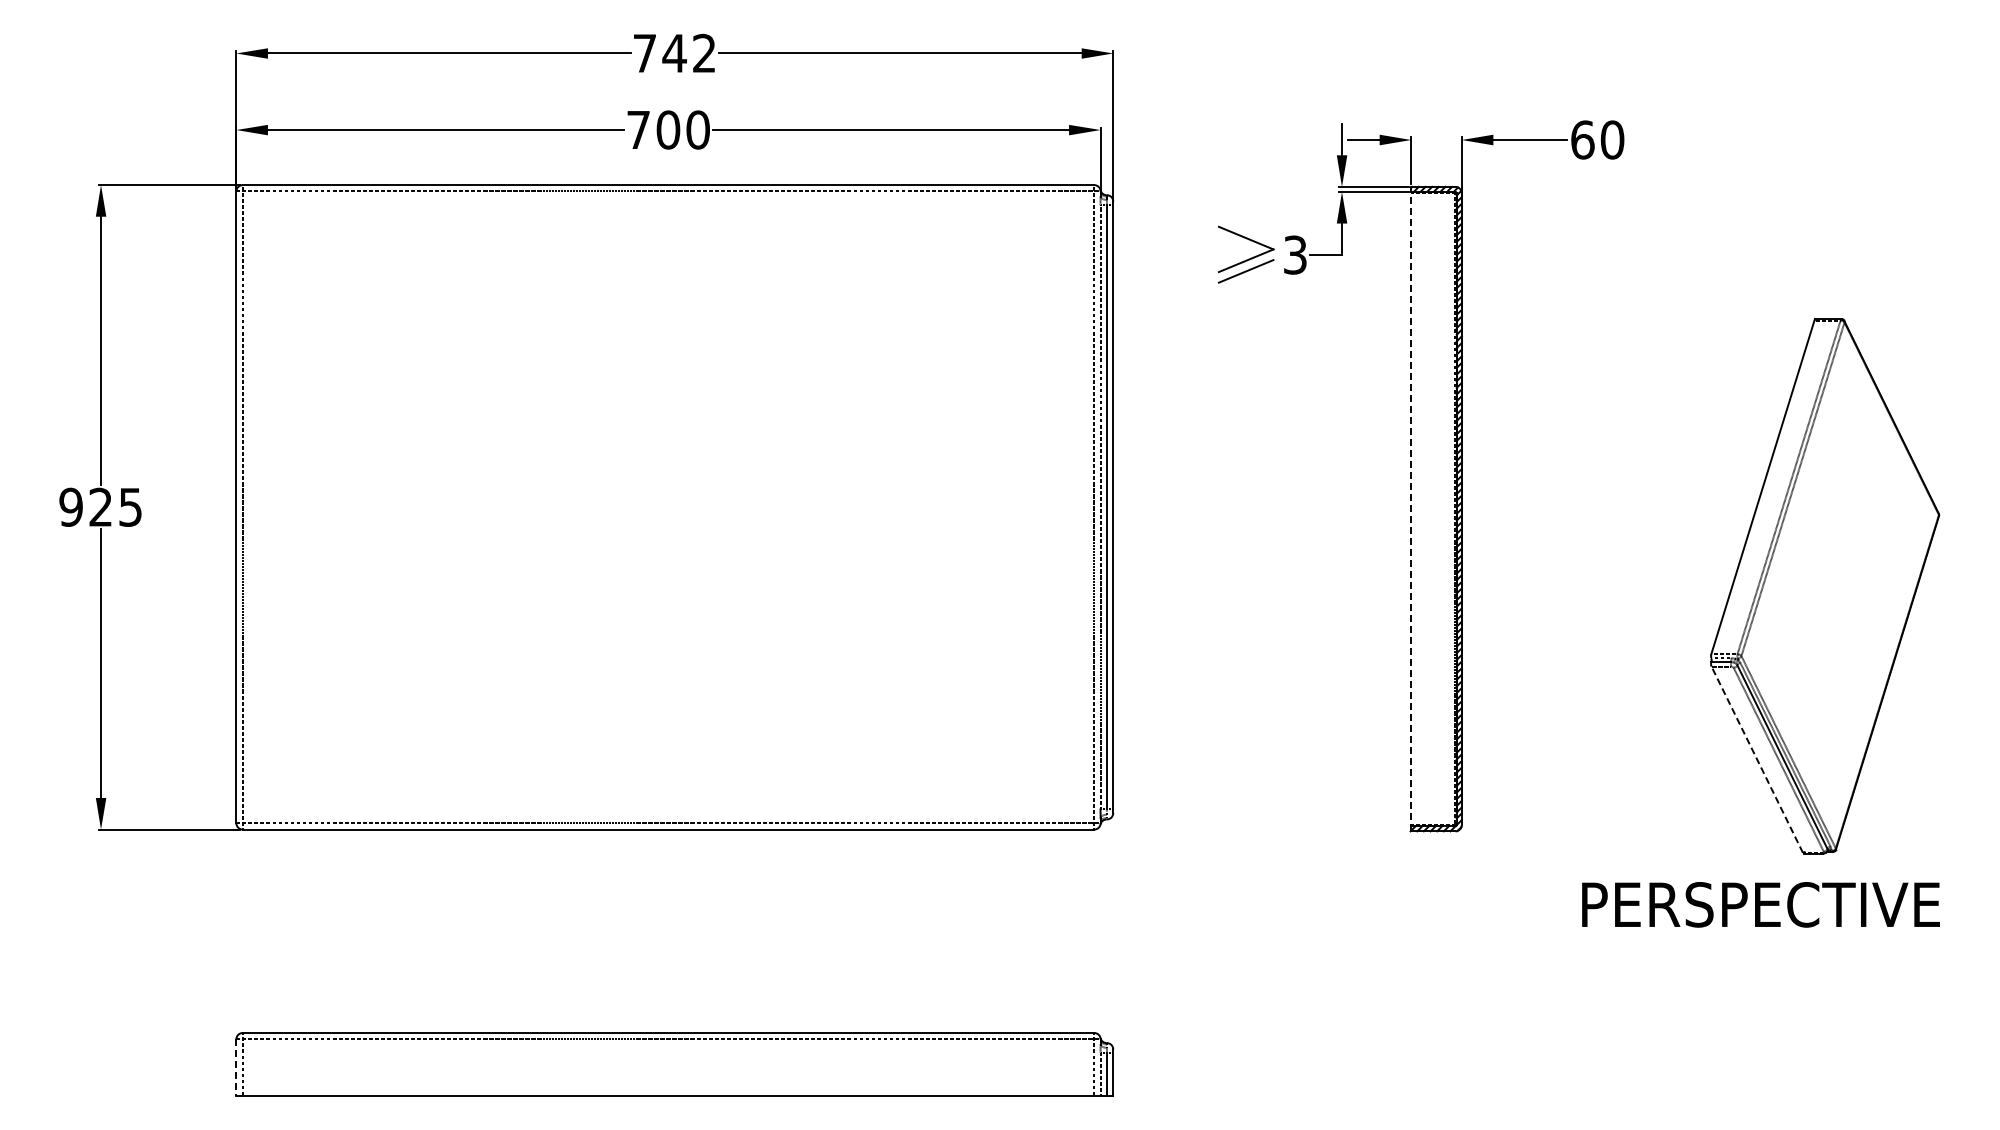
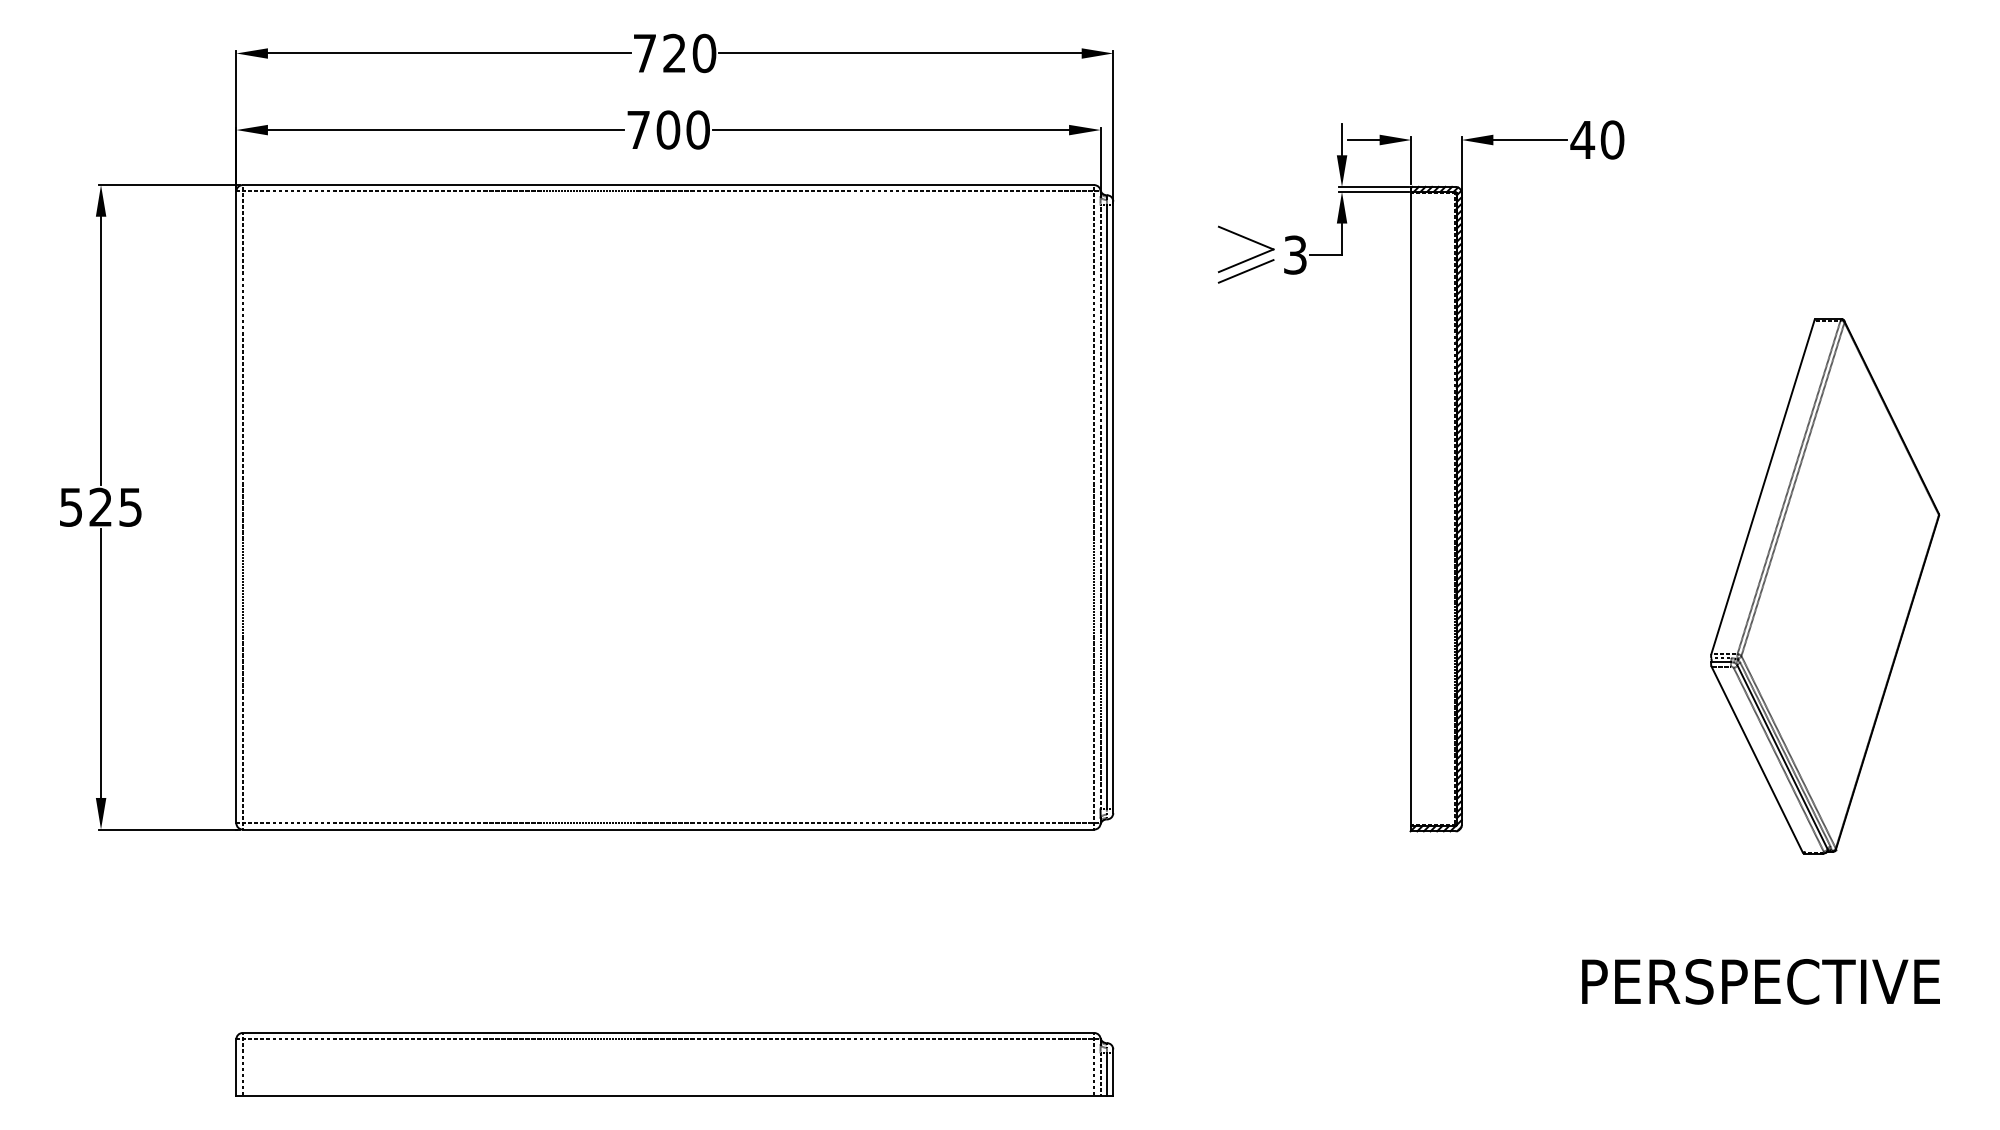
text at (689, 53): 742 -> 720
text at (1582, 139): 60 -> 40
text at (70, 506): 925 -> 525
line at (1411, 508): dashed -> solid
line at (1757, 759): dashed -> solid
text at (1760, 904) position: (1760, 904) -> (1760, 981)
line at (236, 1068): dashed -> solid
